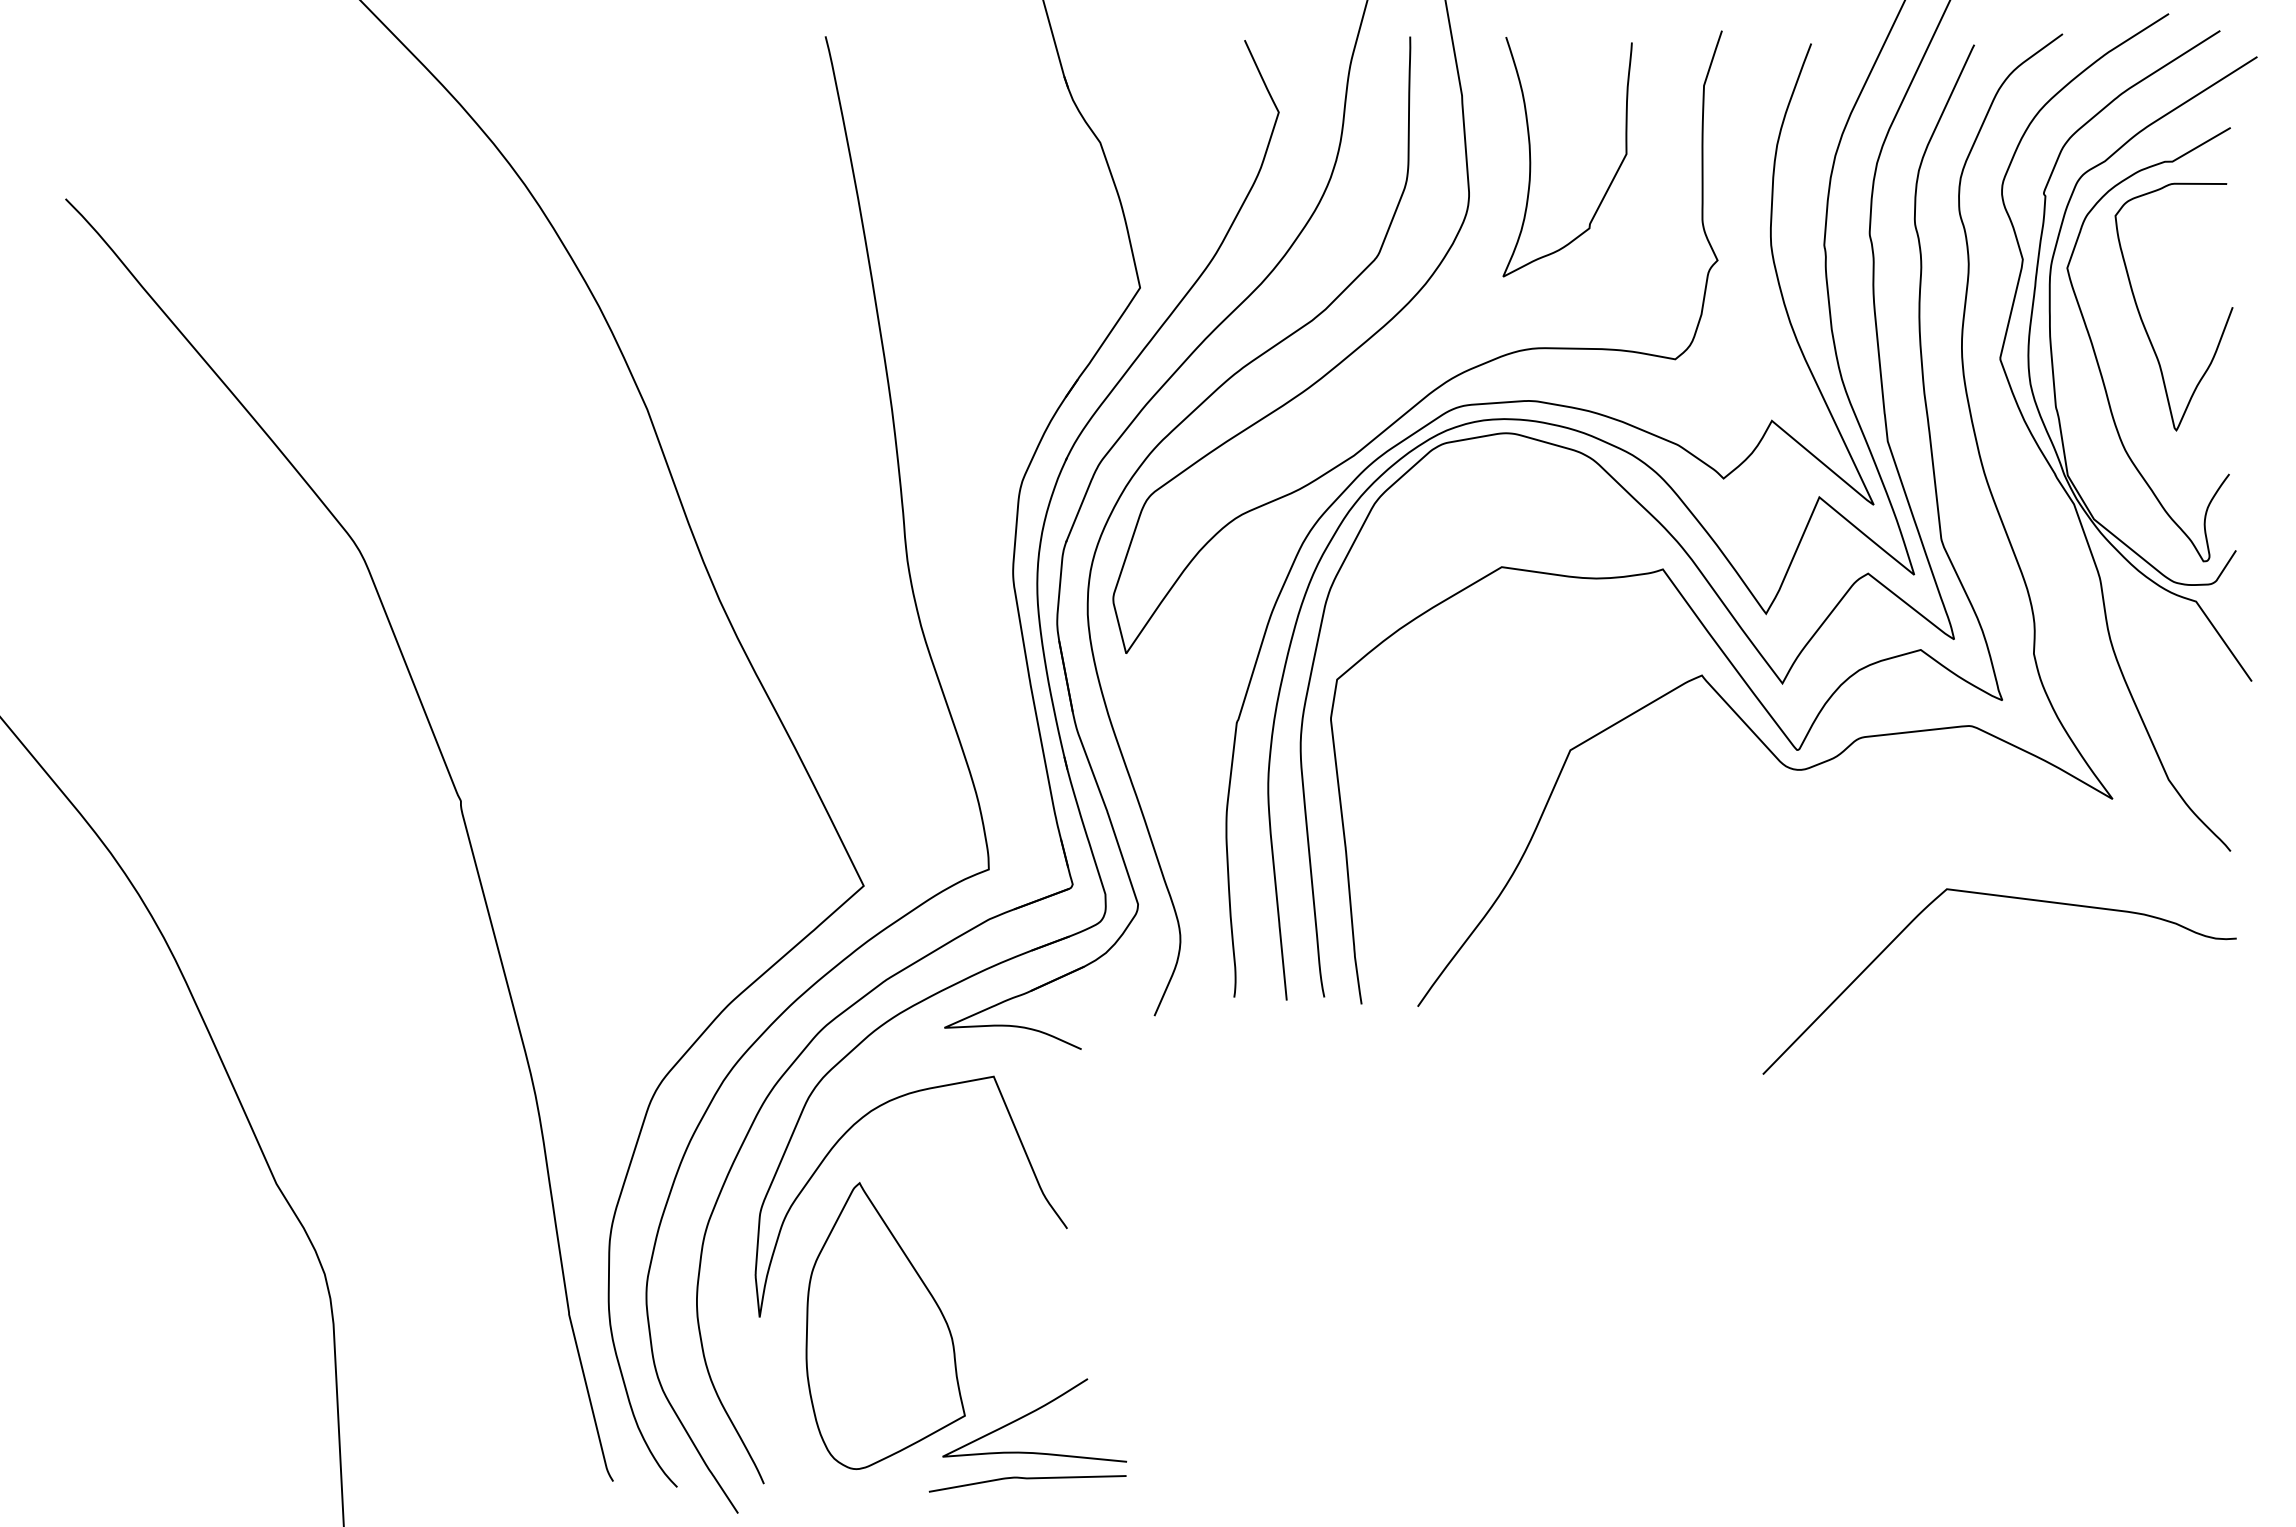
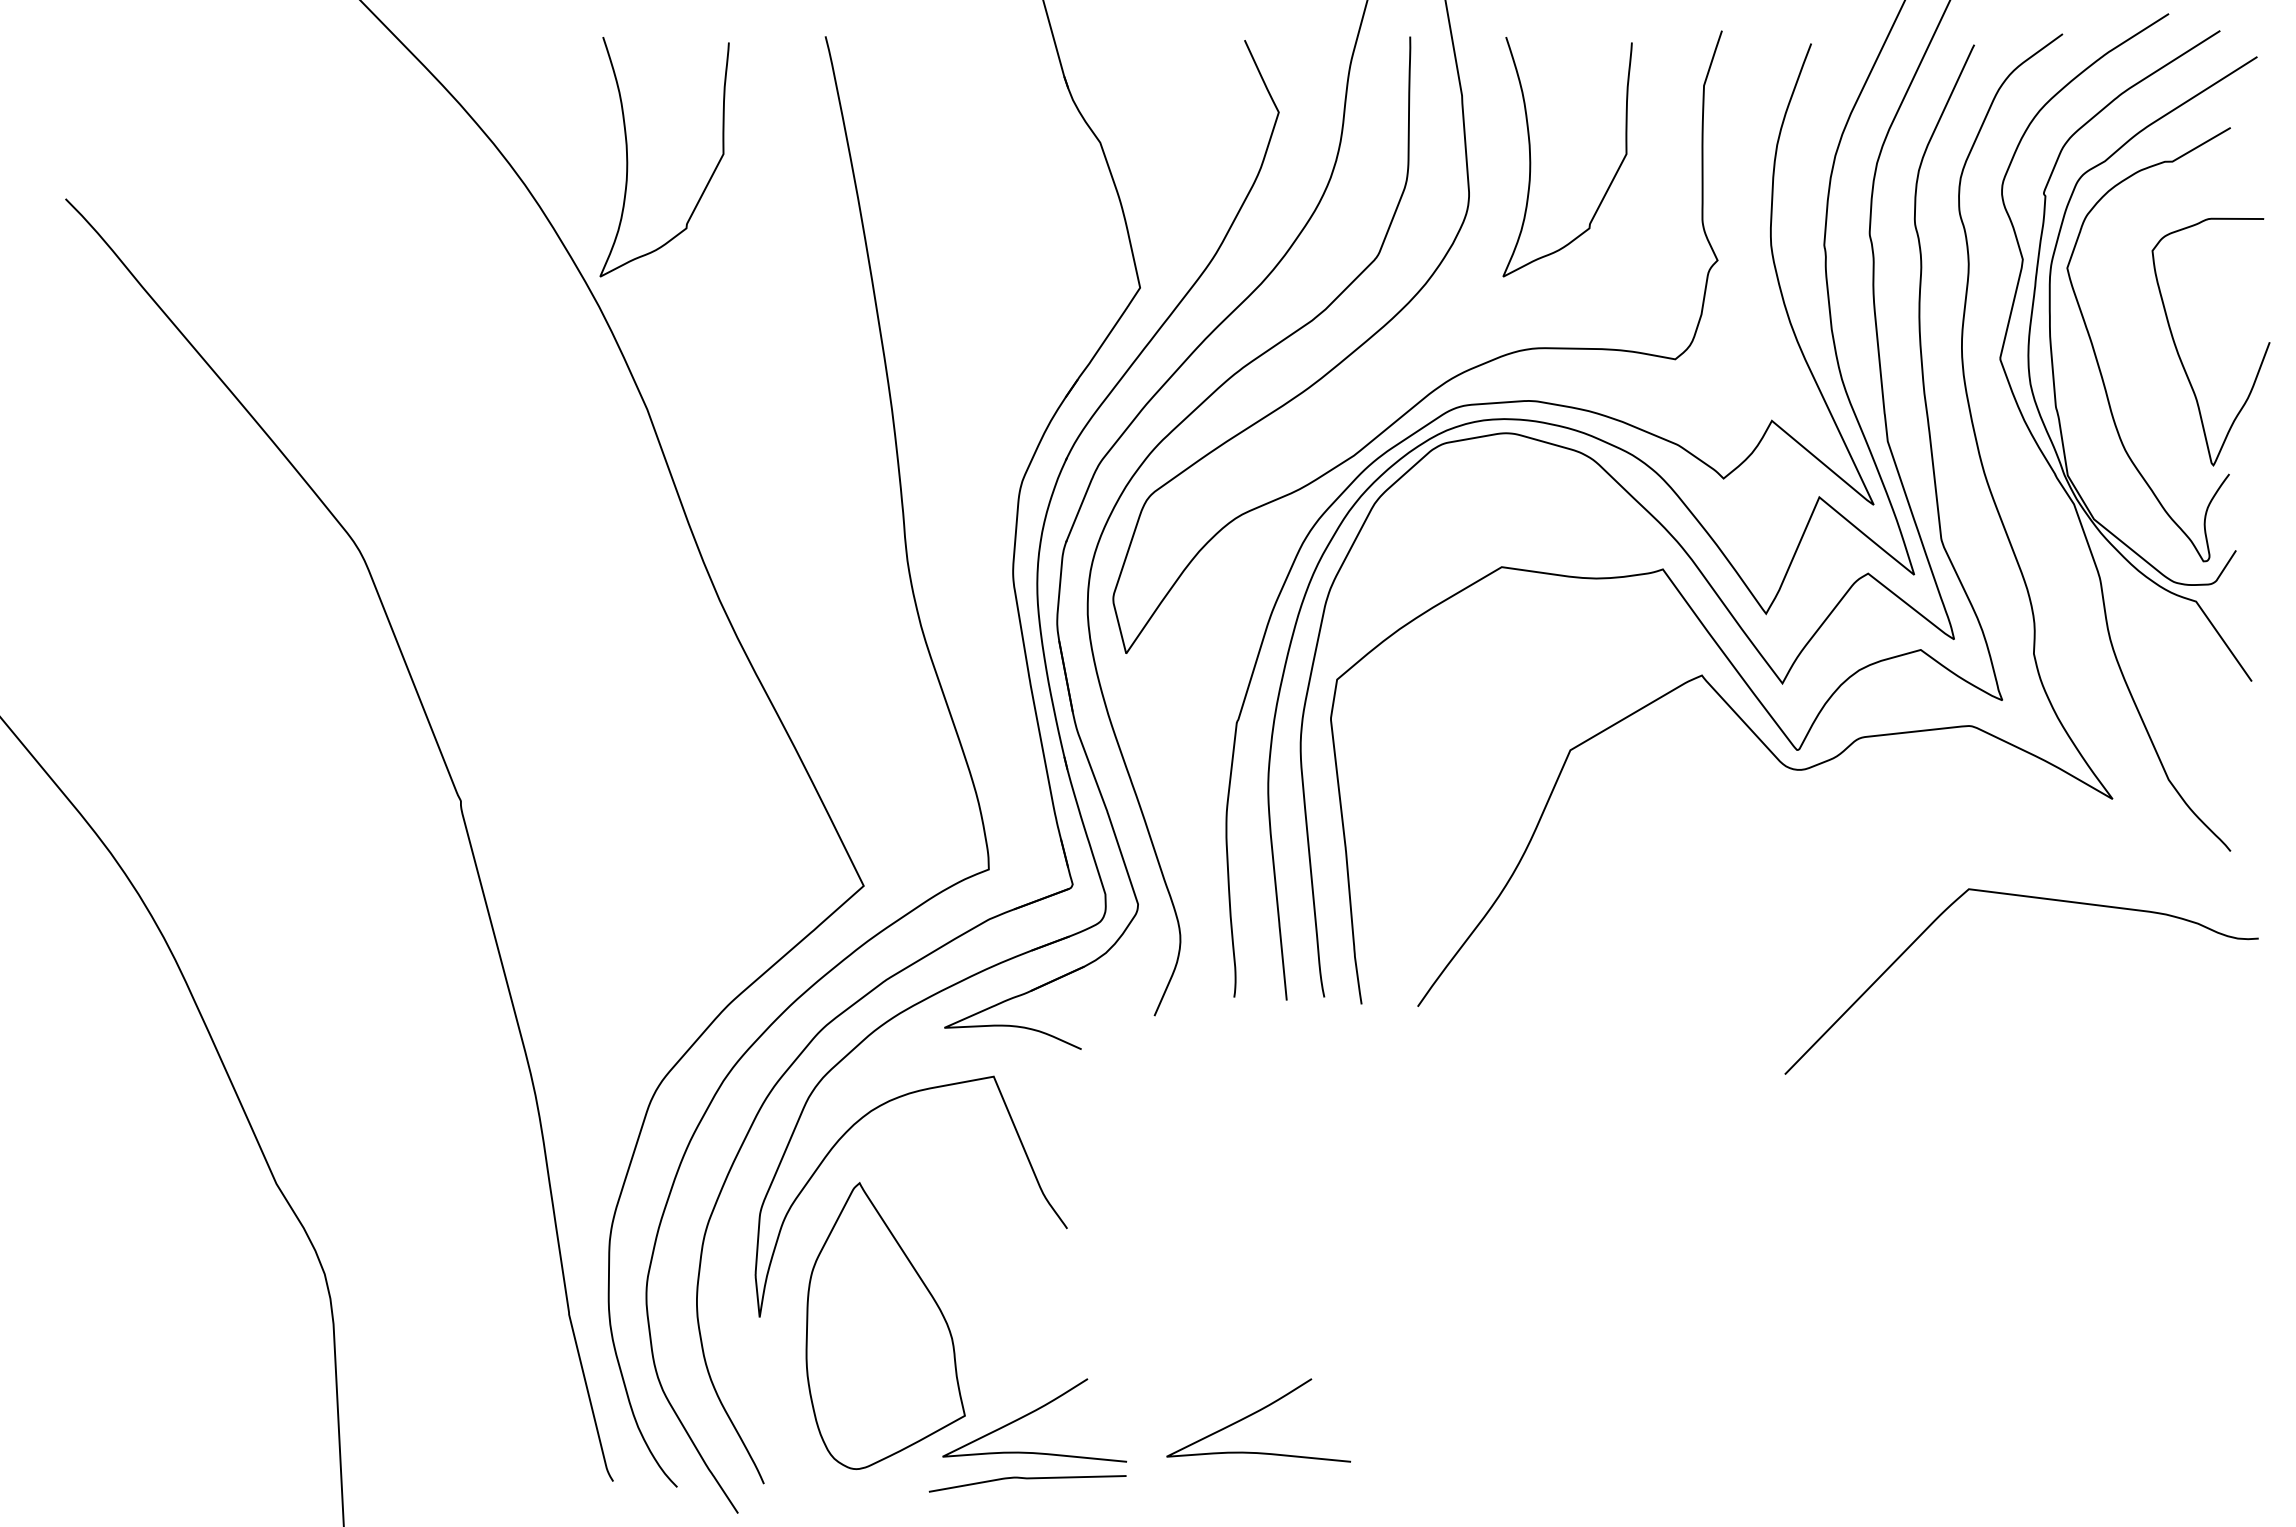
curve at (628, 159): none -> present
curve at (2141, 316) position: (2141, 316) -> (2178, 351)
curve at (2011, 898) position: (2011, 898) -> (2033, 898)
curve at (1254, 1414): none -> present
